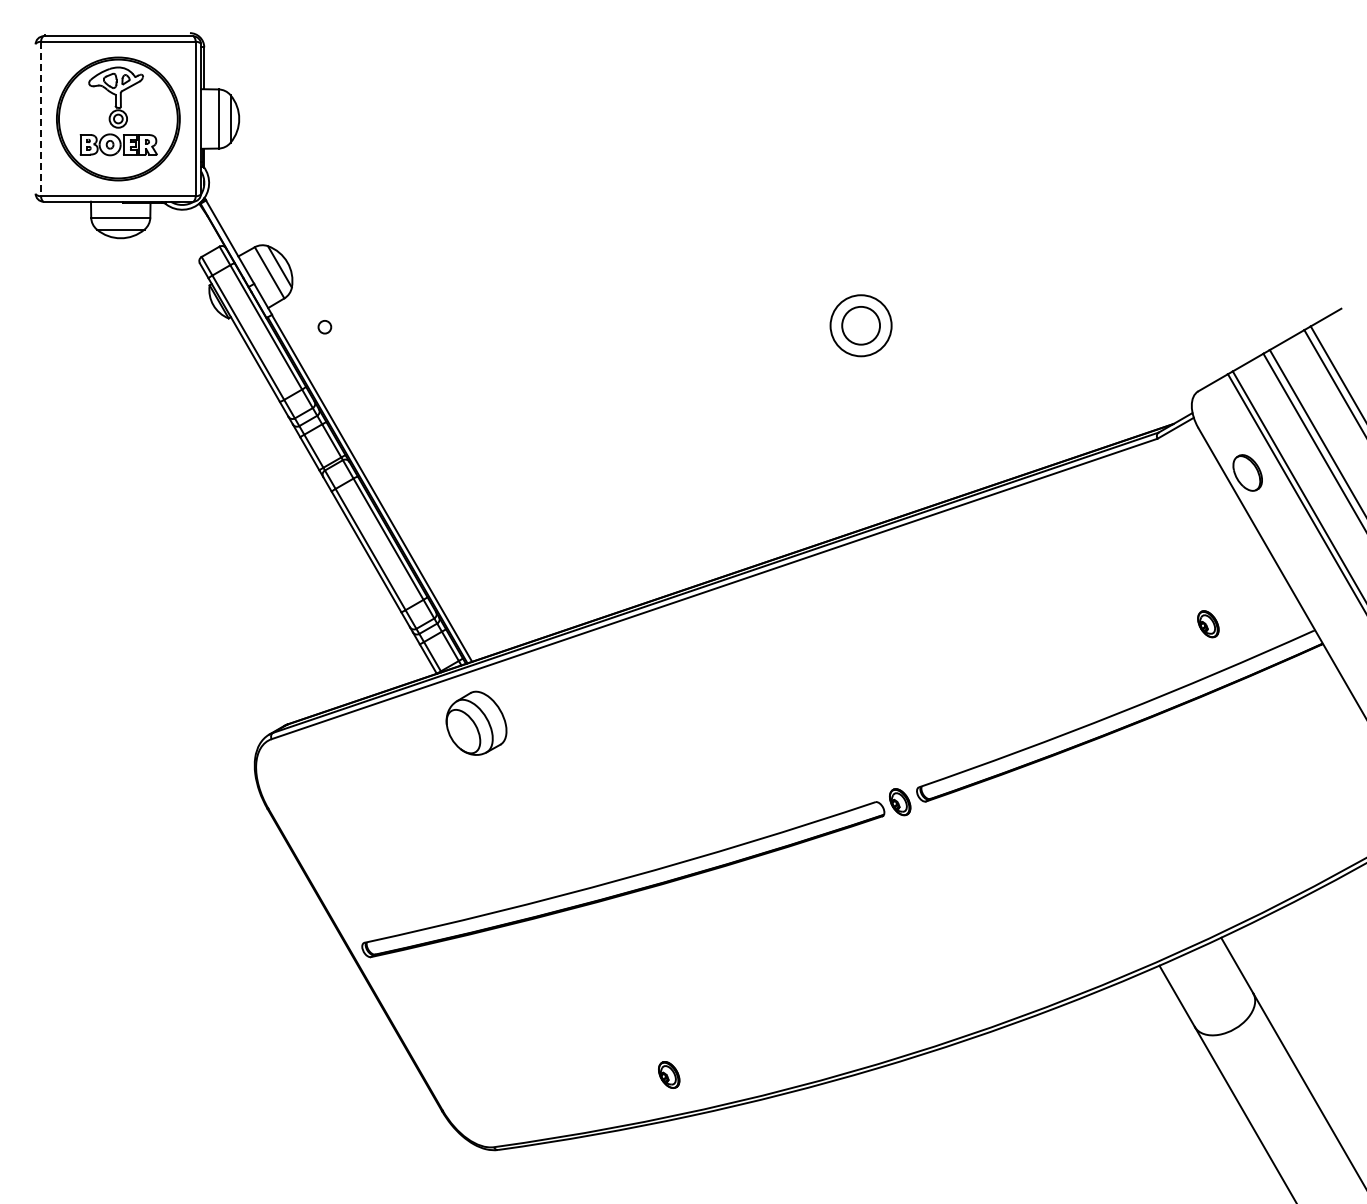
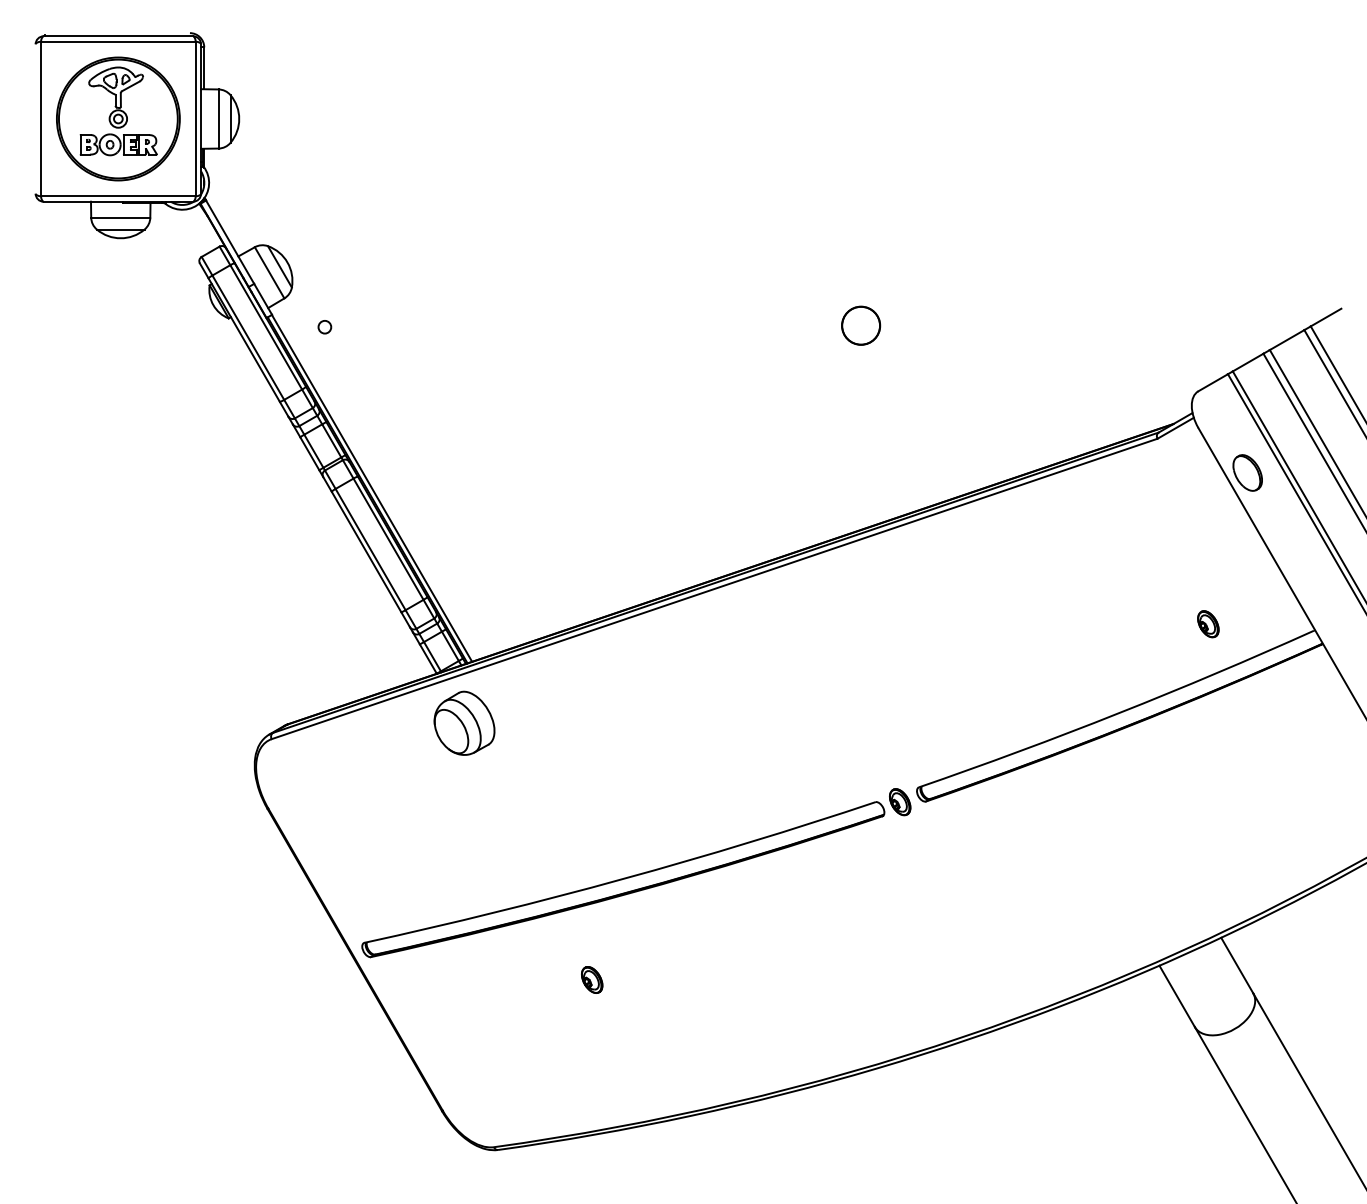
line at (41, 119): dashed -> solid
circle at (860, 325) diameter: 61 px -> 38 px
part at (476, 722) position: (476, 722) -> (464, 722)
part at (669, 1074) position: (669, 1074) -> (592, 979)
